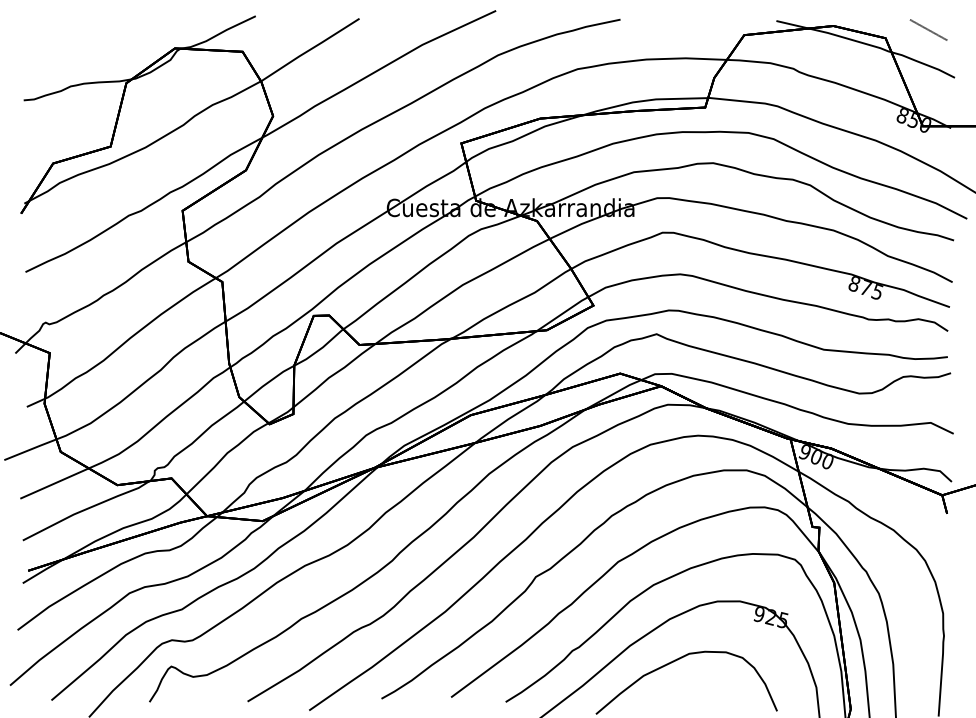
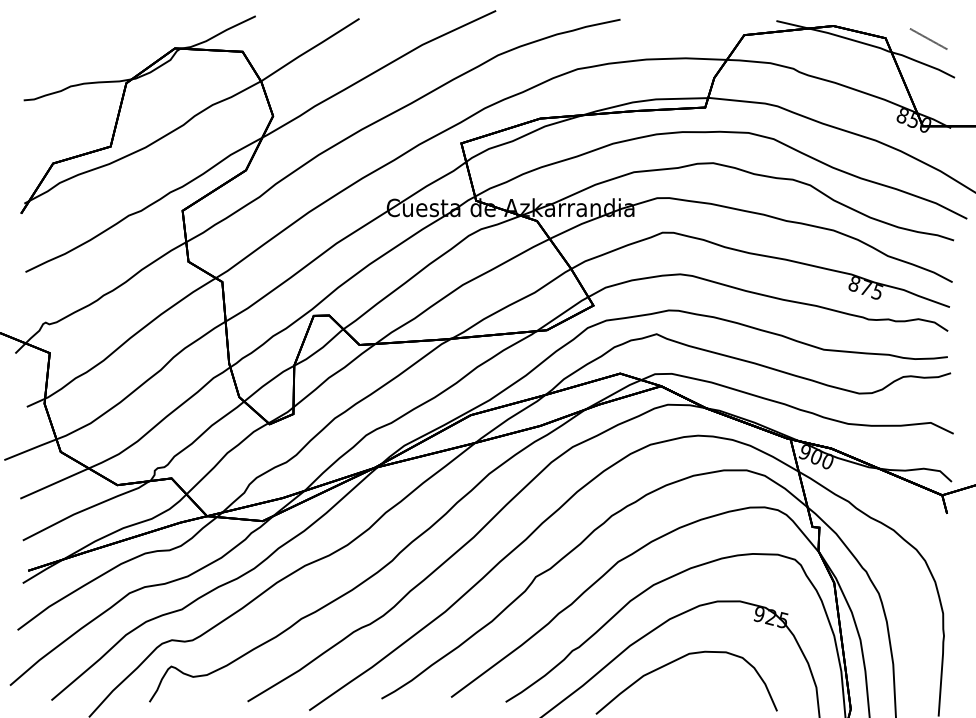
line at (928, 29) position: (928, 29) -> (928, 38)
